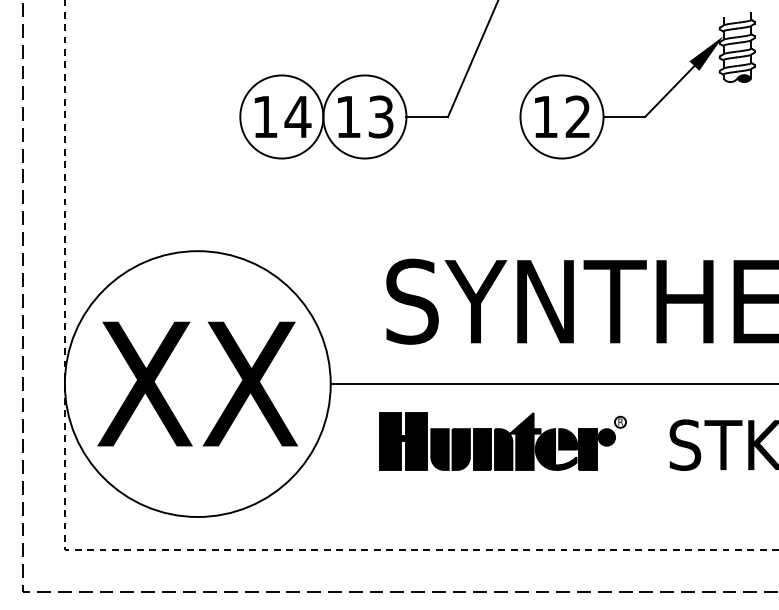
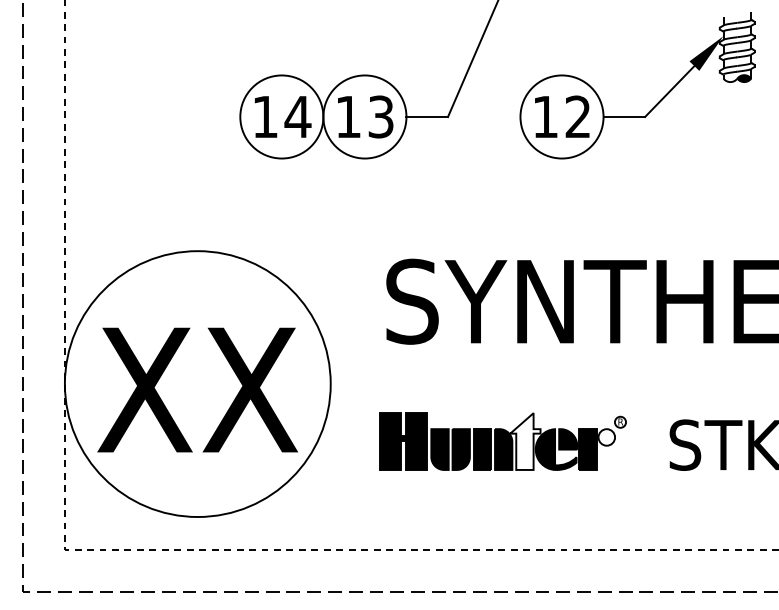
text at (197, 383) position: (197, 383) -> (197, 389)
line at (552, 384): present -> none
fill at (606, 437): present -> none
fill at (525, 441): present -> none
